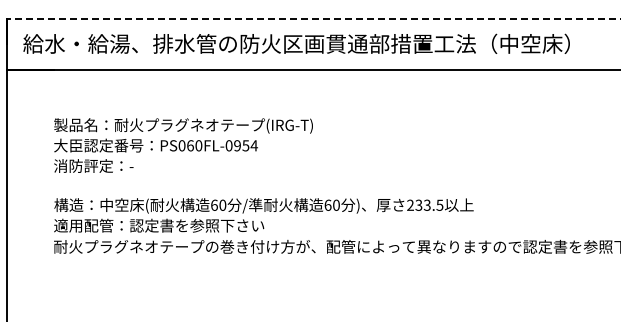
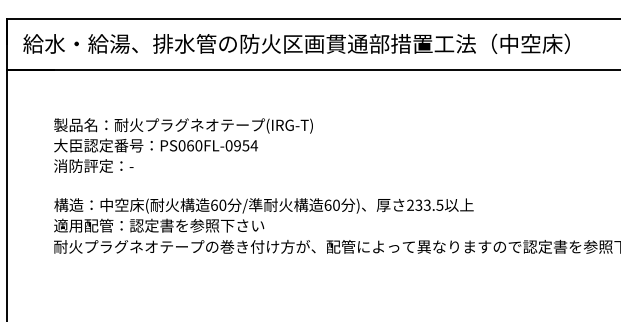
line at (313, 18): dashed -> solid
